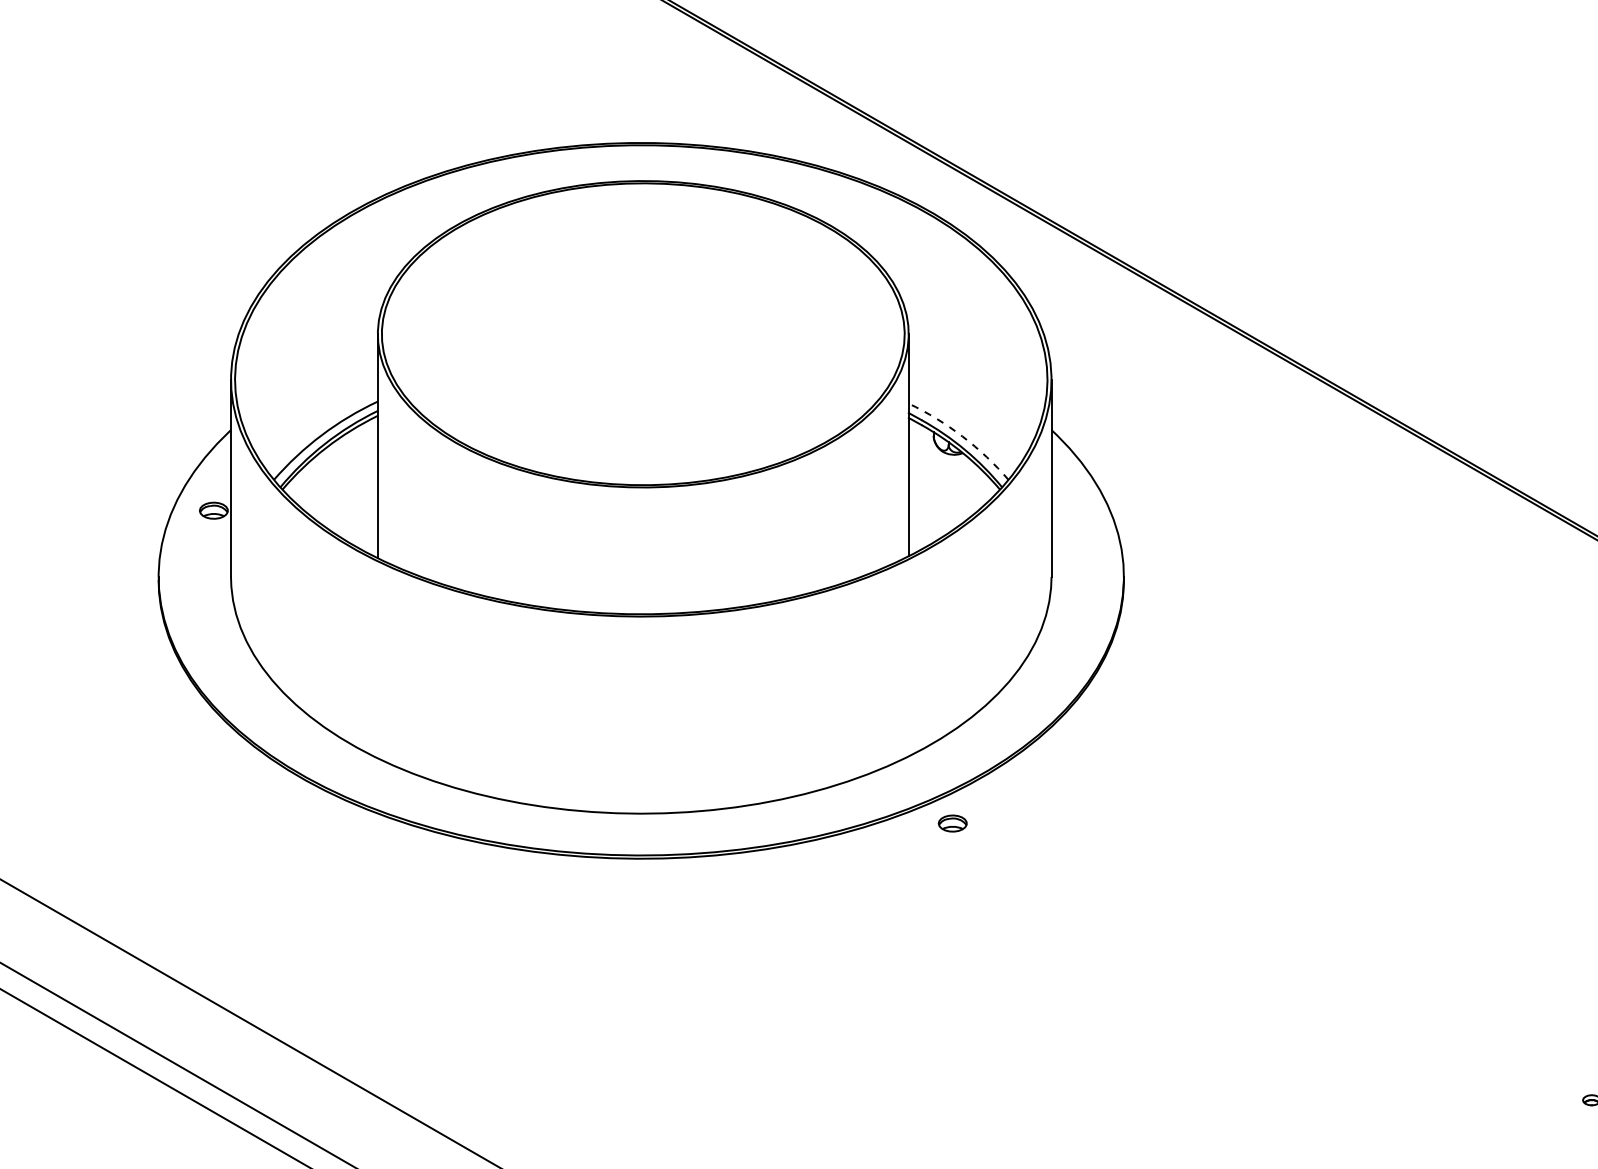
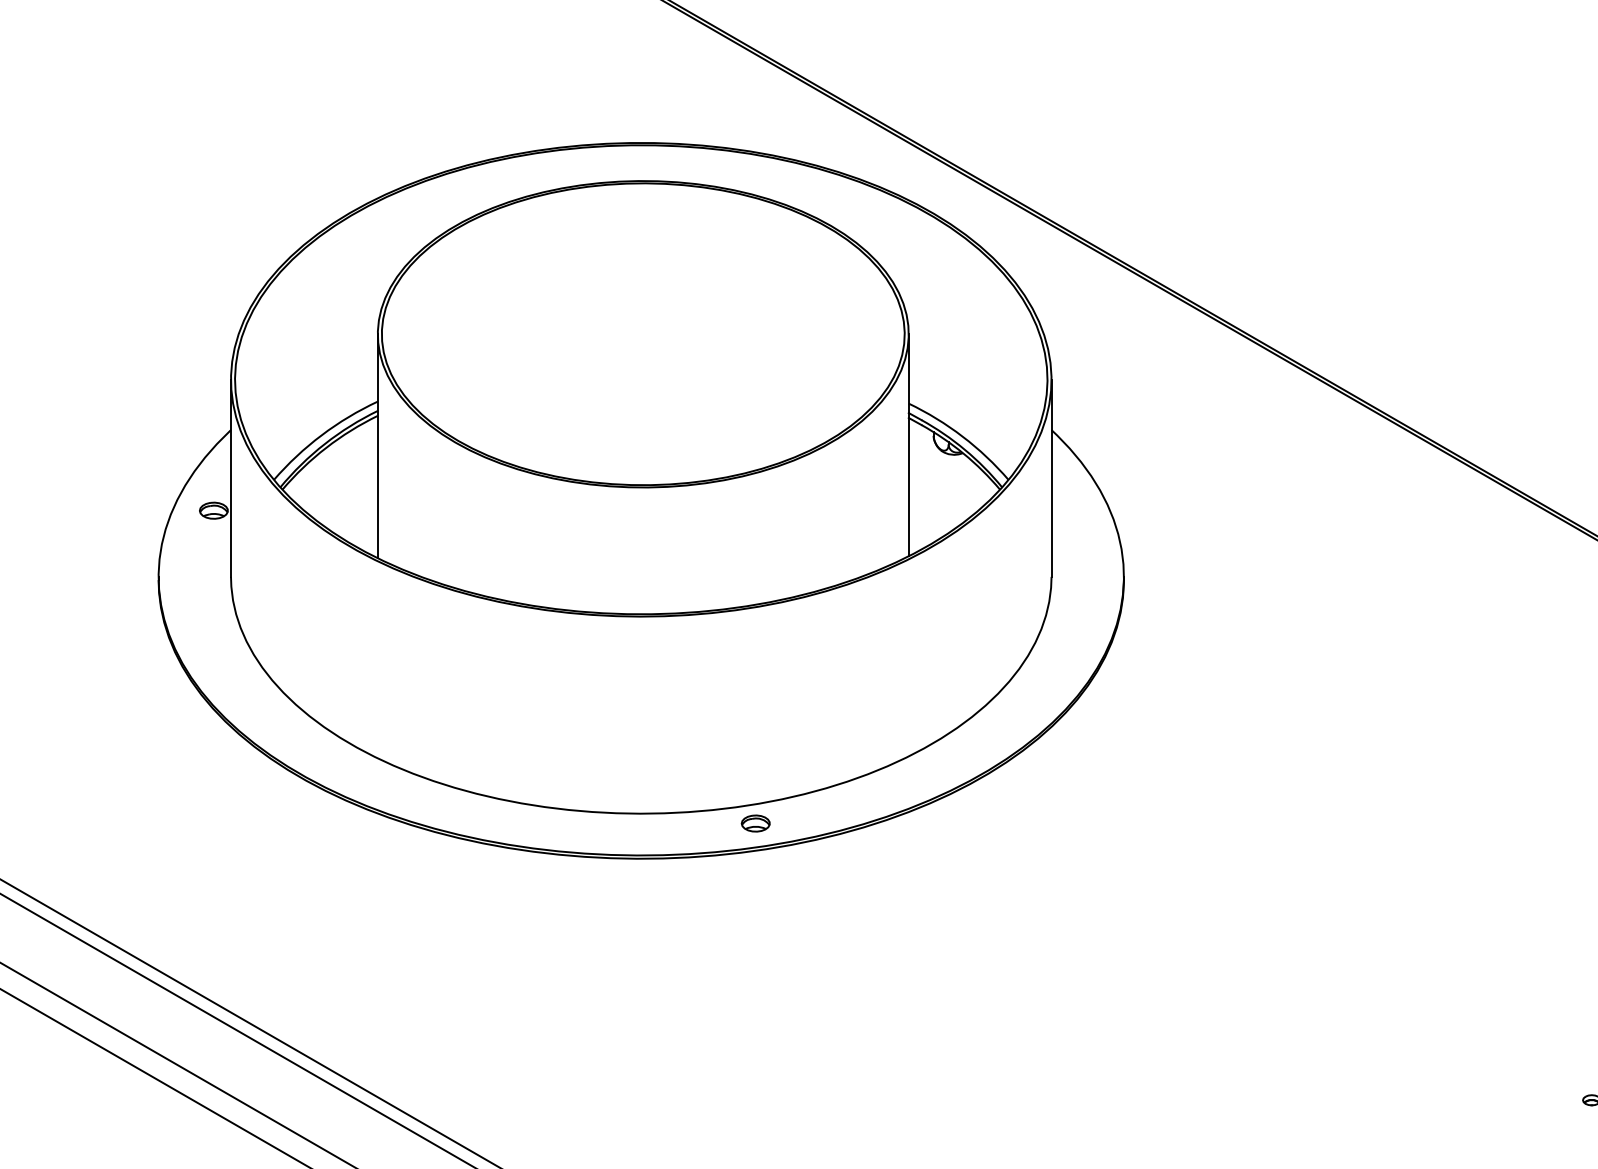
arc at (962, 436): dashed -> solid
part at (952, 823) position: (952, 823) -> (755, 823)
line at (236, 1029): none -> present
